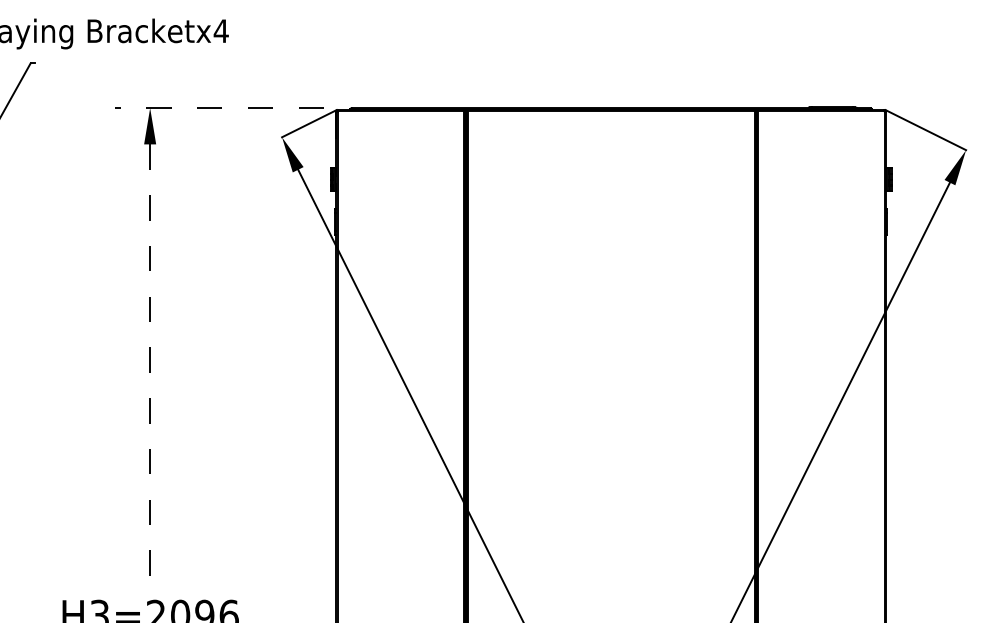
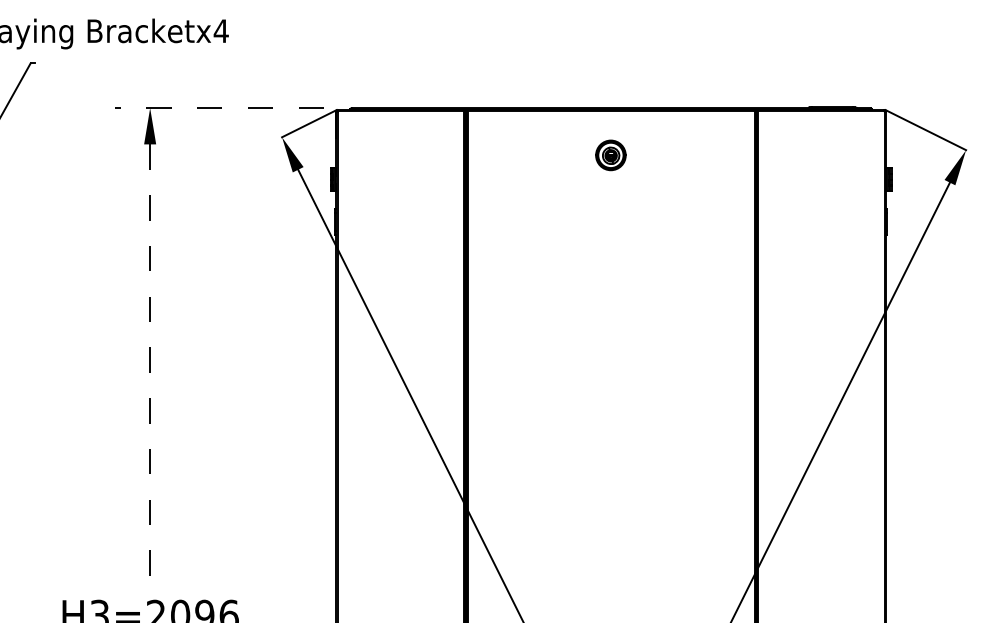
part at (610, 155): none -> present
